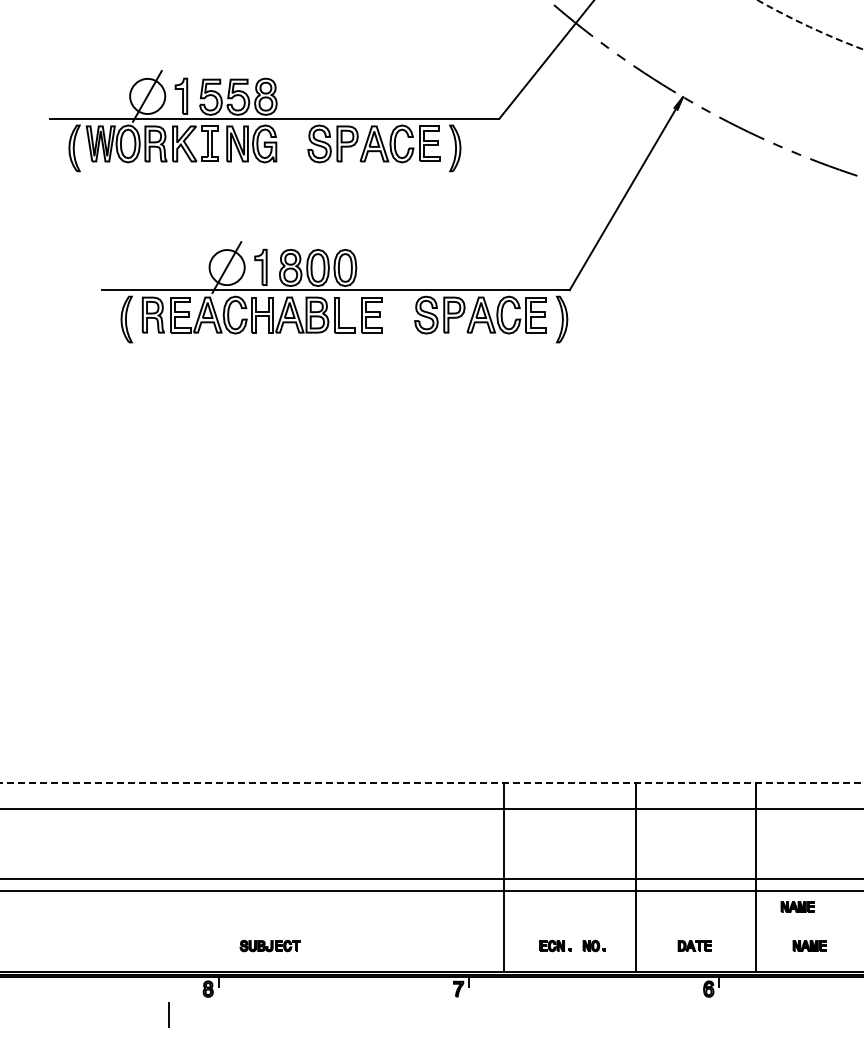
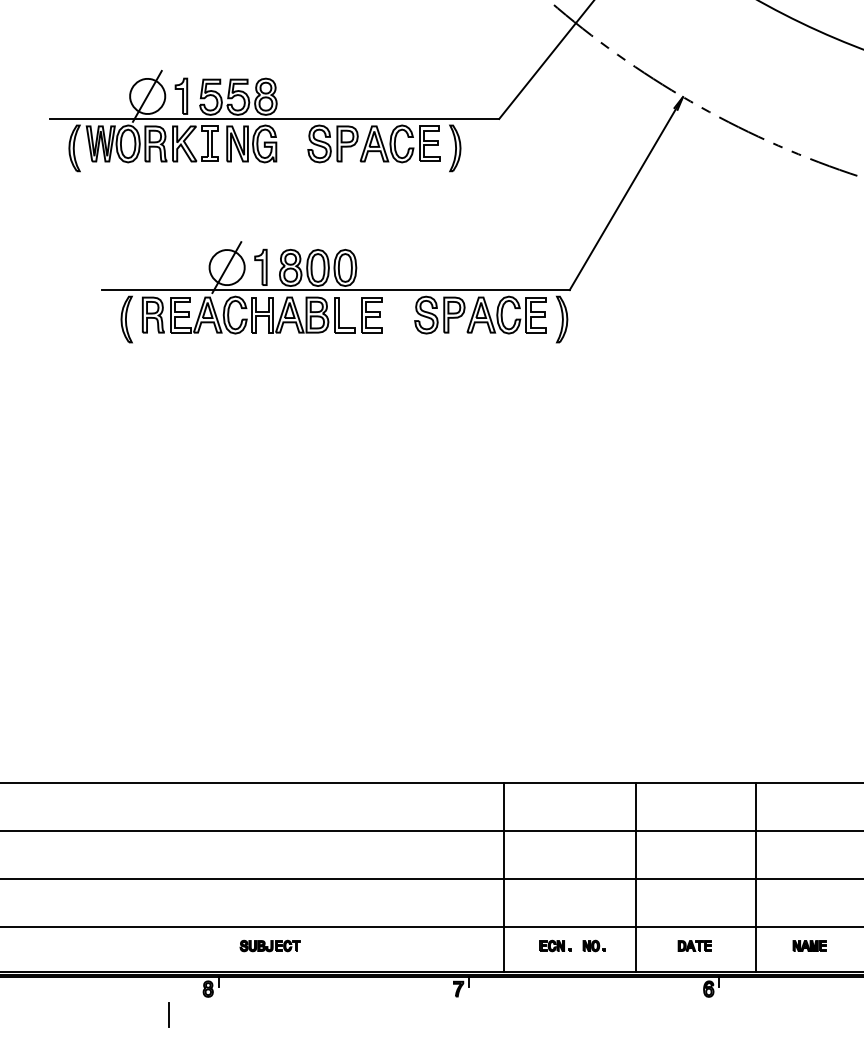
circle at (810, 24): dashed -> solid
line at (432, 782): dashed -> solid
line at (431, 808) position: (431, 808) -> (431, 830)
line at (431, 890) position: (431, 890) -> (431, 926)
part at (797, 906): present -> none
